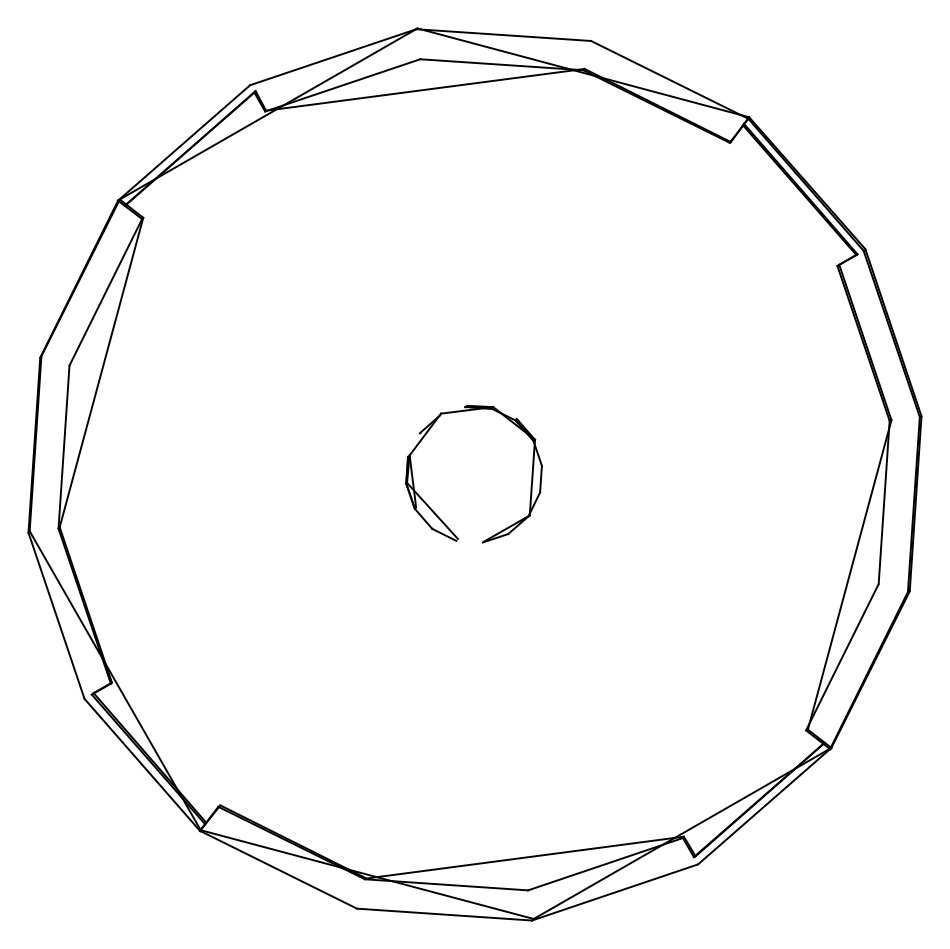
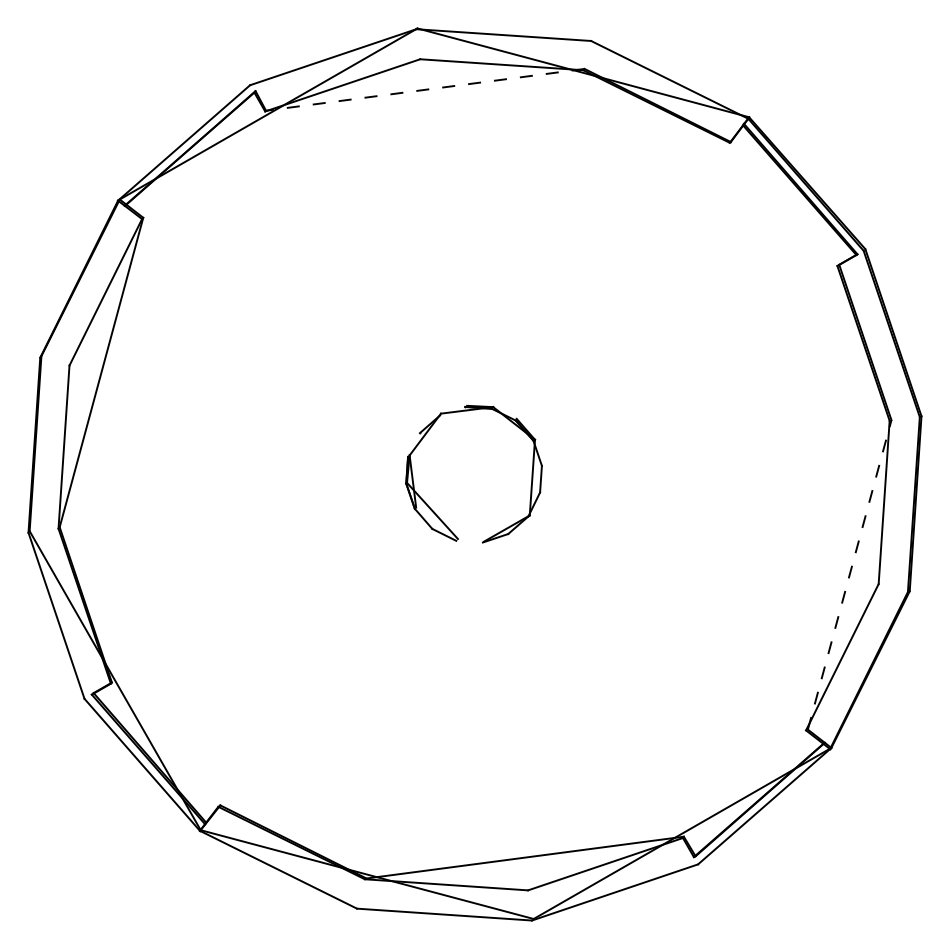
line at (425, 89): solid -> dashed
line at (849, 574): solid -> dashed
